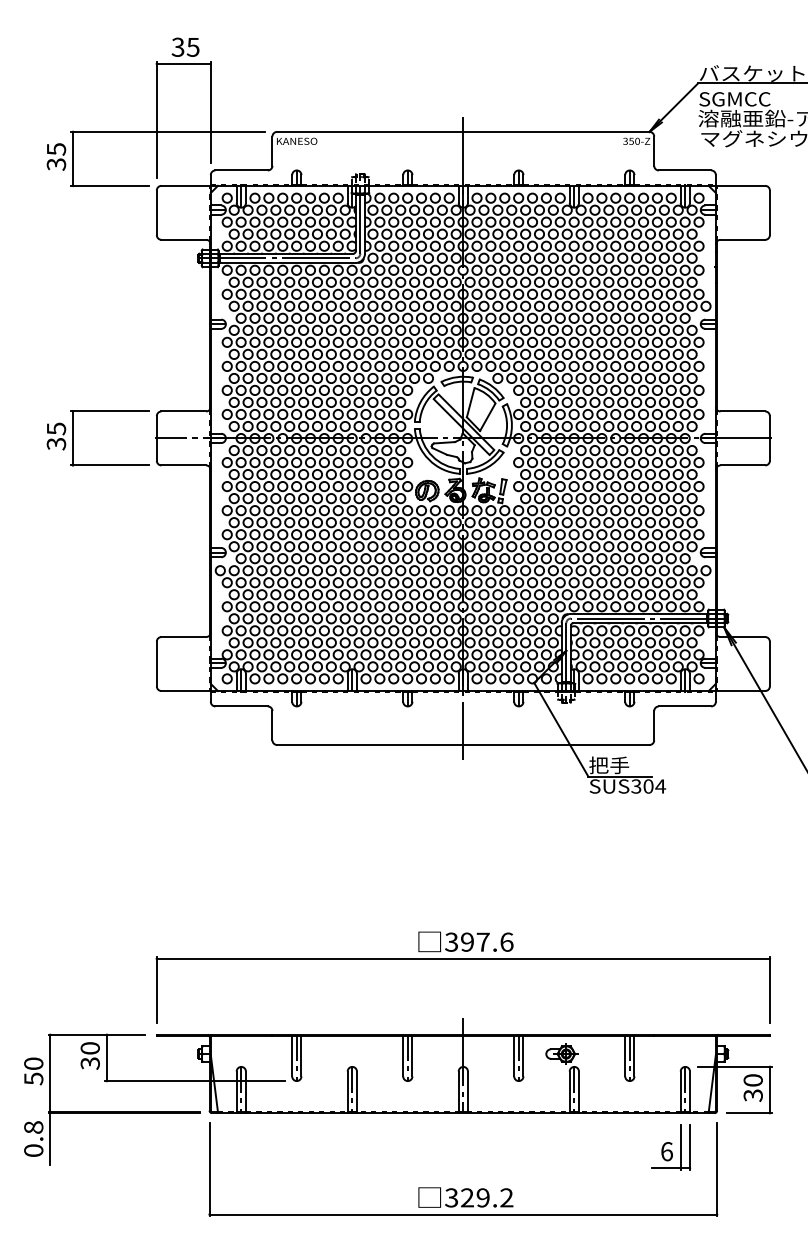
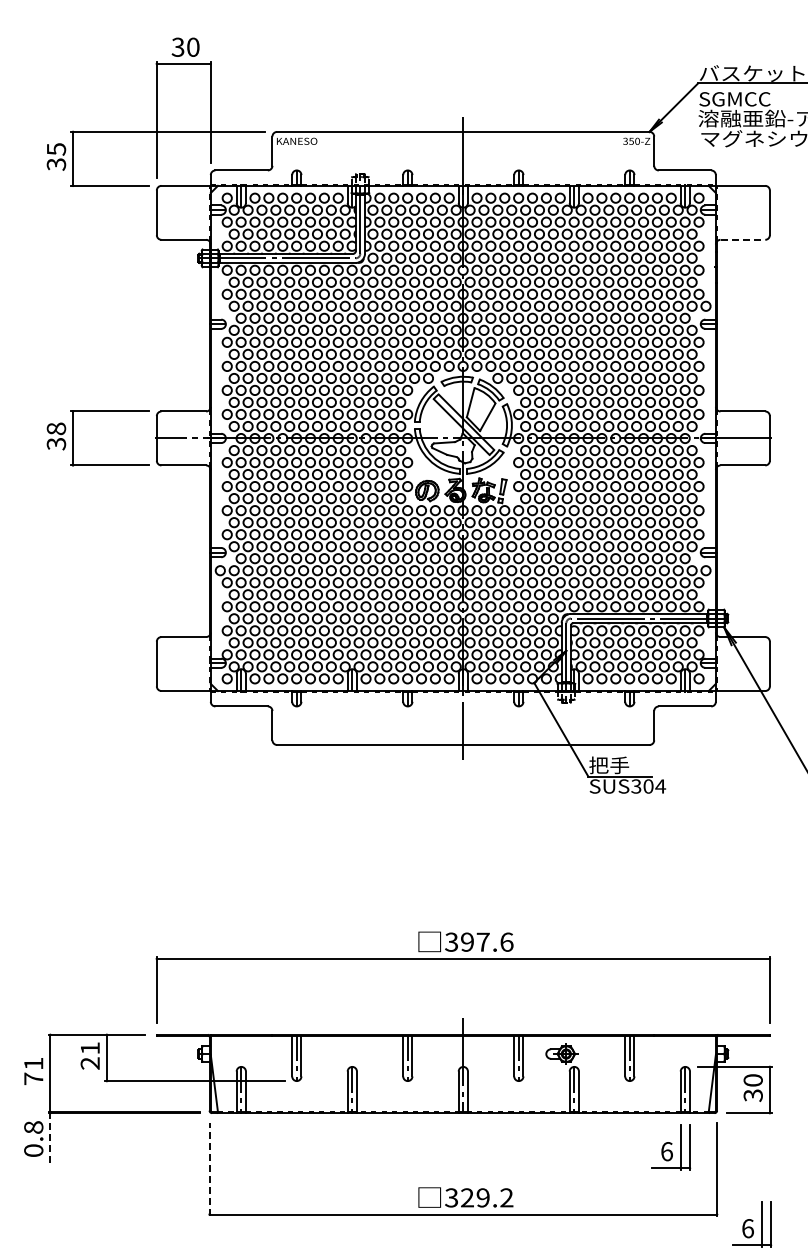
text at (192, 46): 35 -> 30
line at (743, 239): solid -> dashed
text at (56, 428): 35 -> 38
text at (89, 1055): 30 -> 21
text at (33, 1071): 50 -> 71
line at (50, 1138): solid -> dashed
line at (209, 1169): solid -> dashed
part at (752, 1224): none -> present
